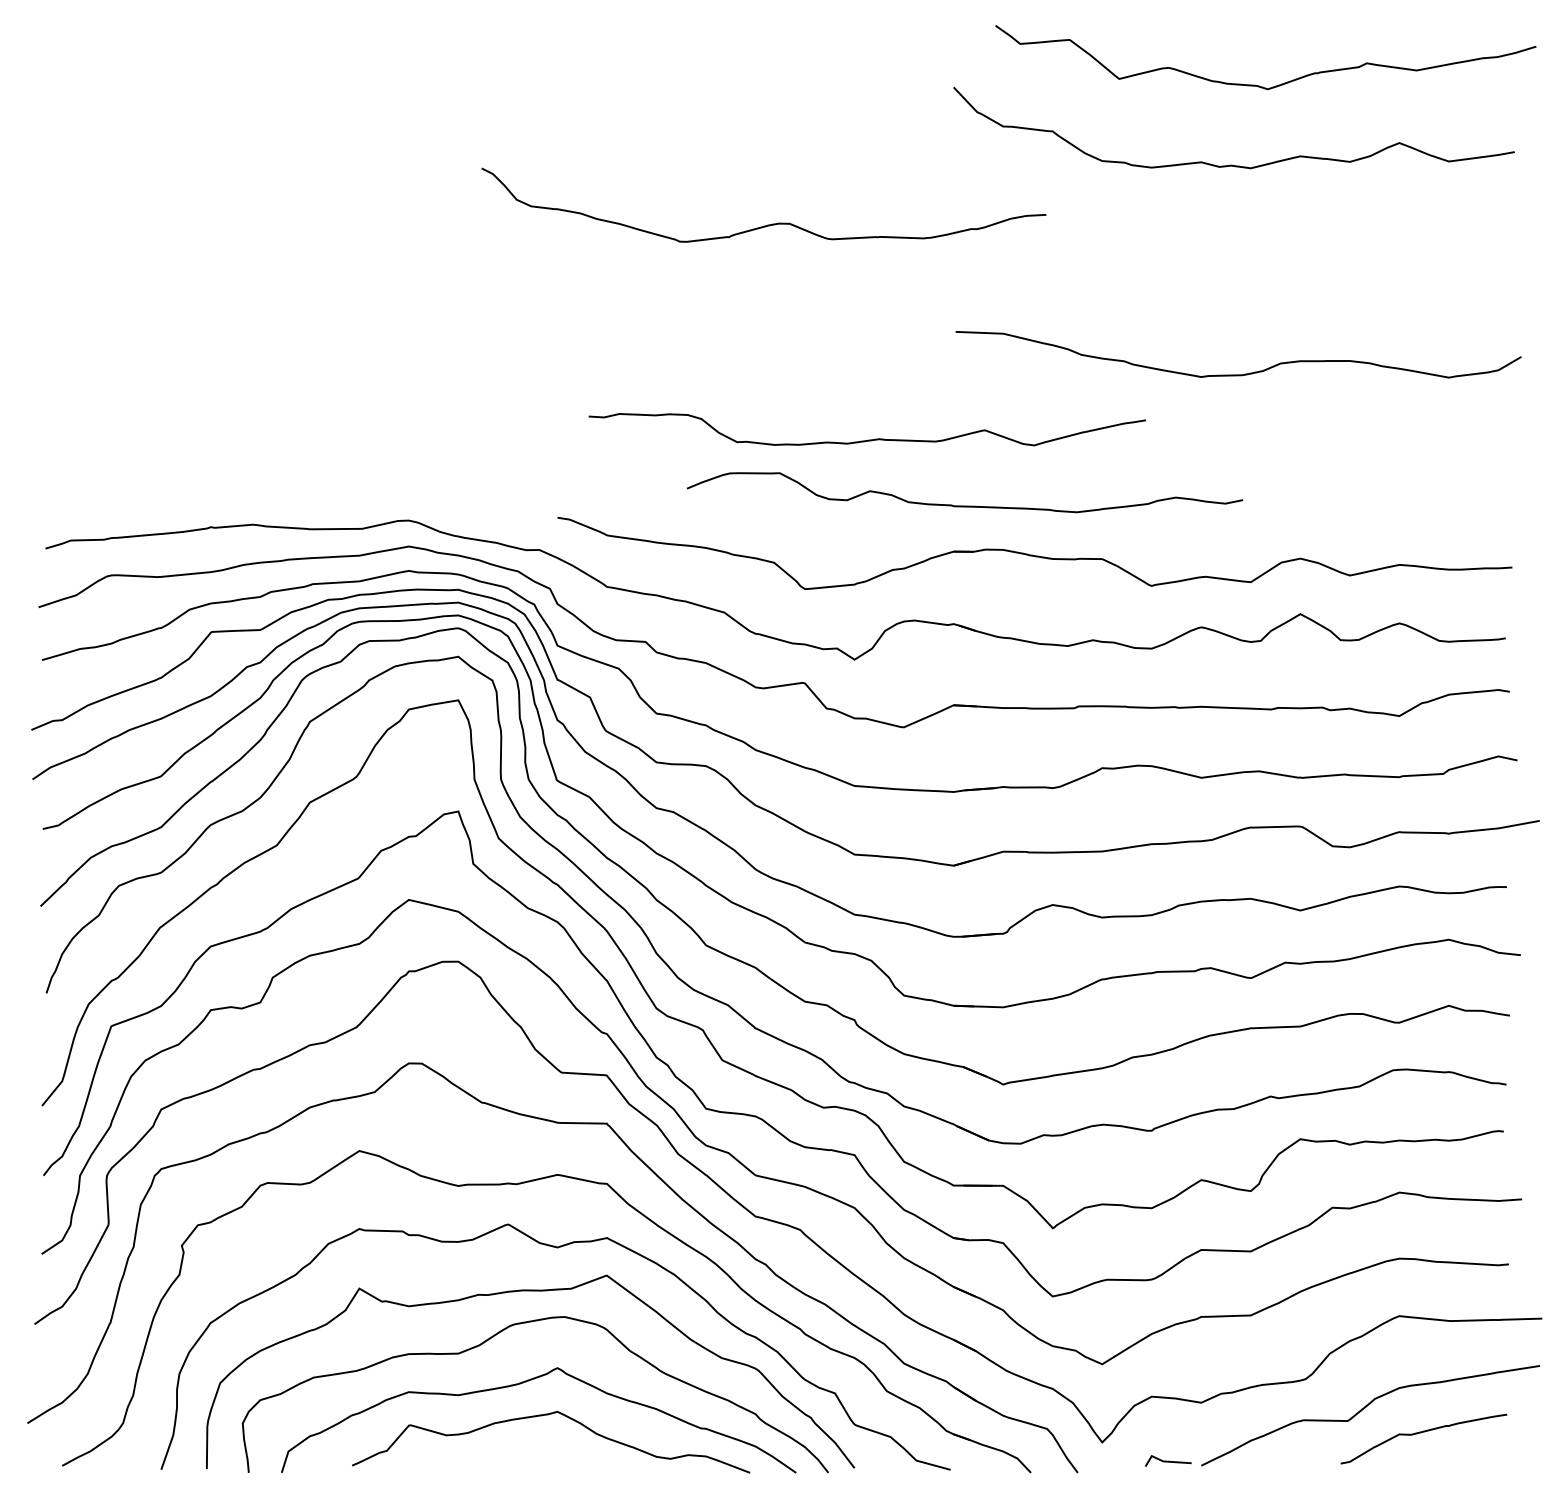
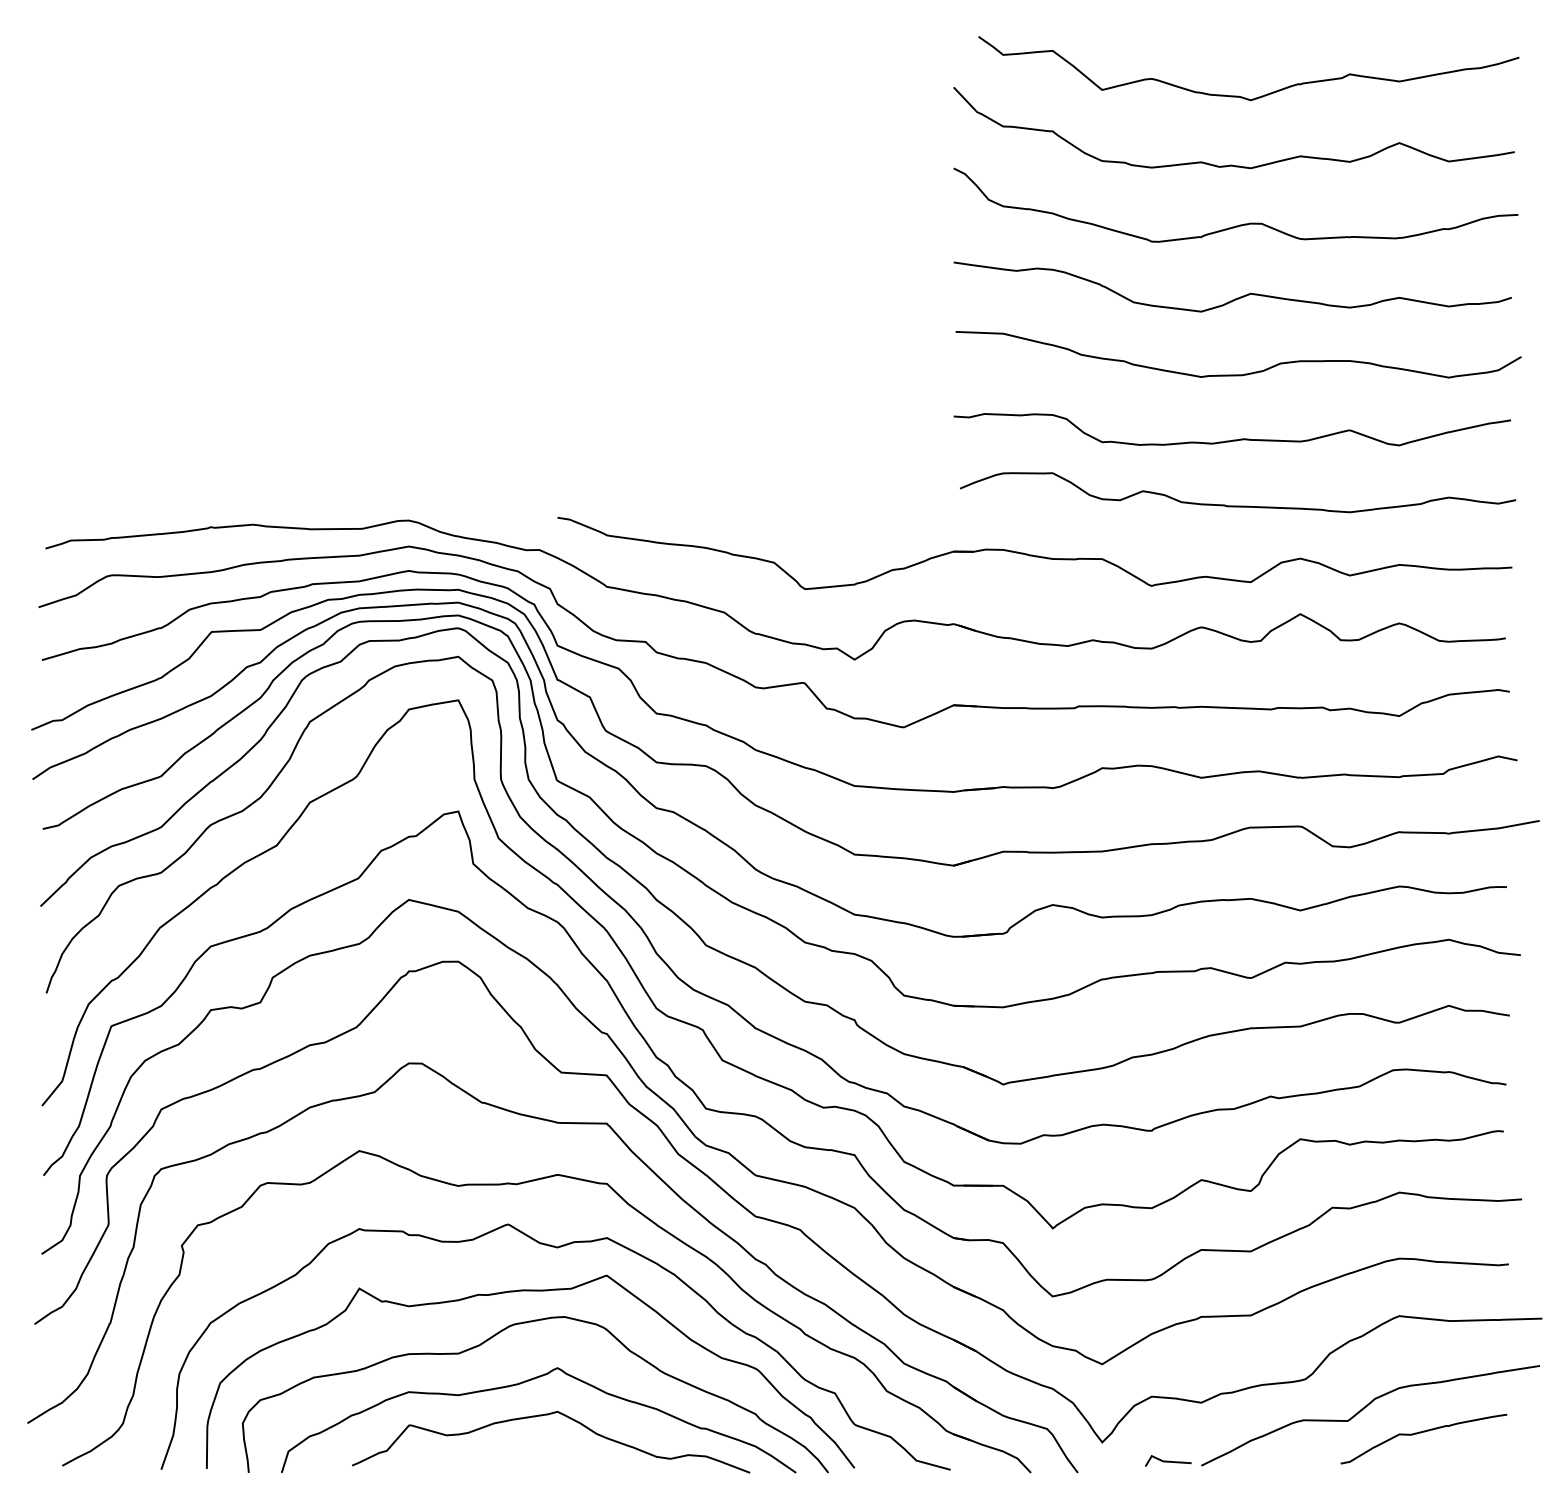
curve at (1259, 85) position: (1259, 85) -> (1242, 96)
curve at (767, 224) position: (767, 224) -> (1239, 224)
curve at (1237, 297): none -> present
curve at (868, 439) position: (868, 439) -> (1233, 439)
curve at (965, 505) position: (965, 505) -> (1238, 505)
